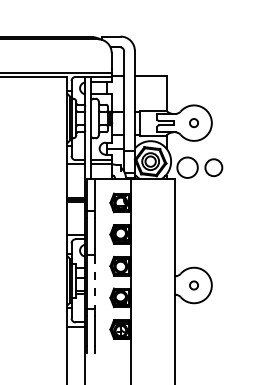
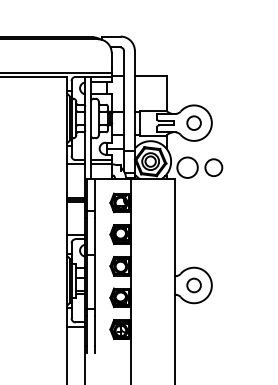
circle at (193, 123) size: 10x11 px -> 16x16 px
line at (94, 282): dashed -> solid
circle at (193, 285) size: 10x11 px -> 16x17 px
